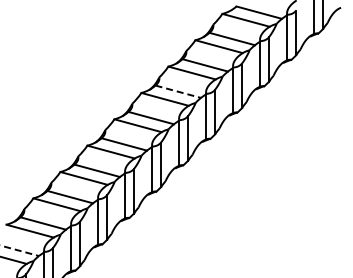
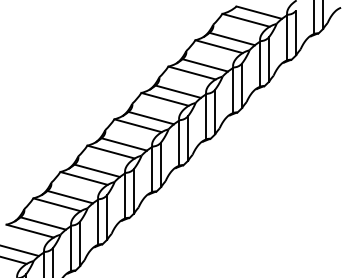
line at (178, 91): dashed -> solid
line at (20, 250): dashed -> solid
